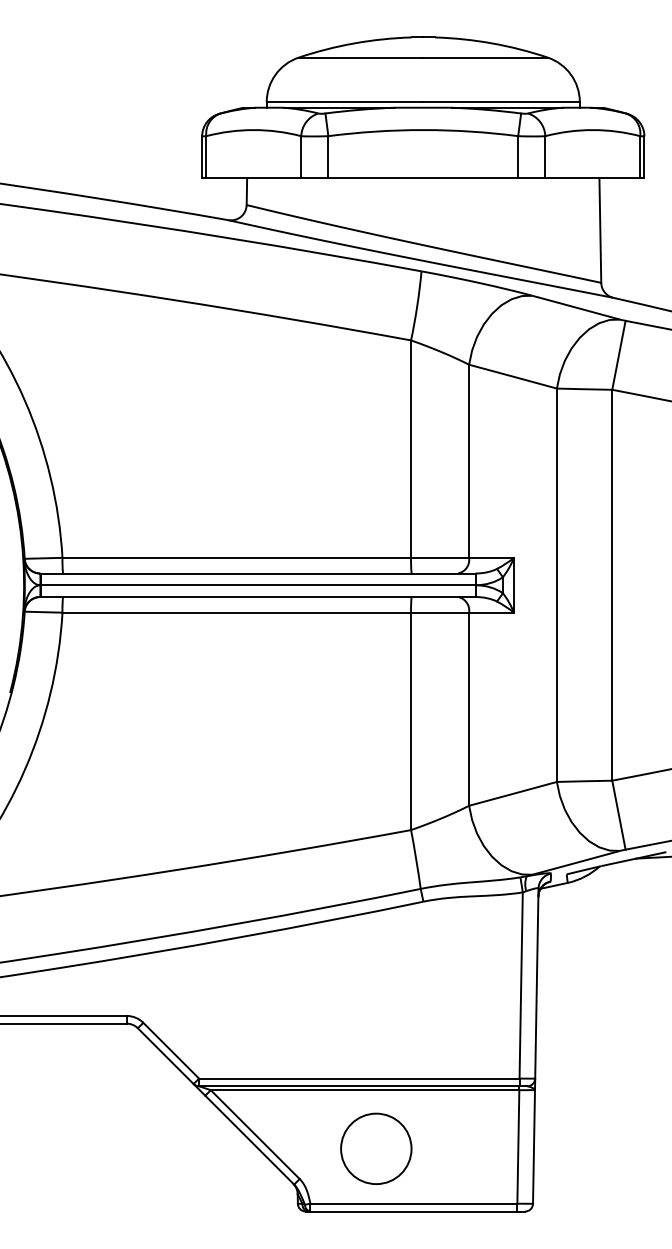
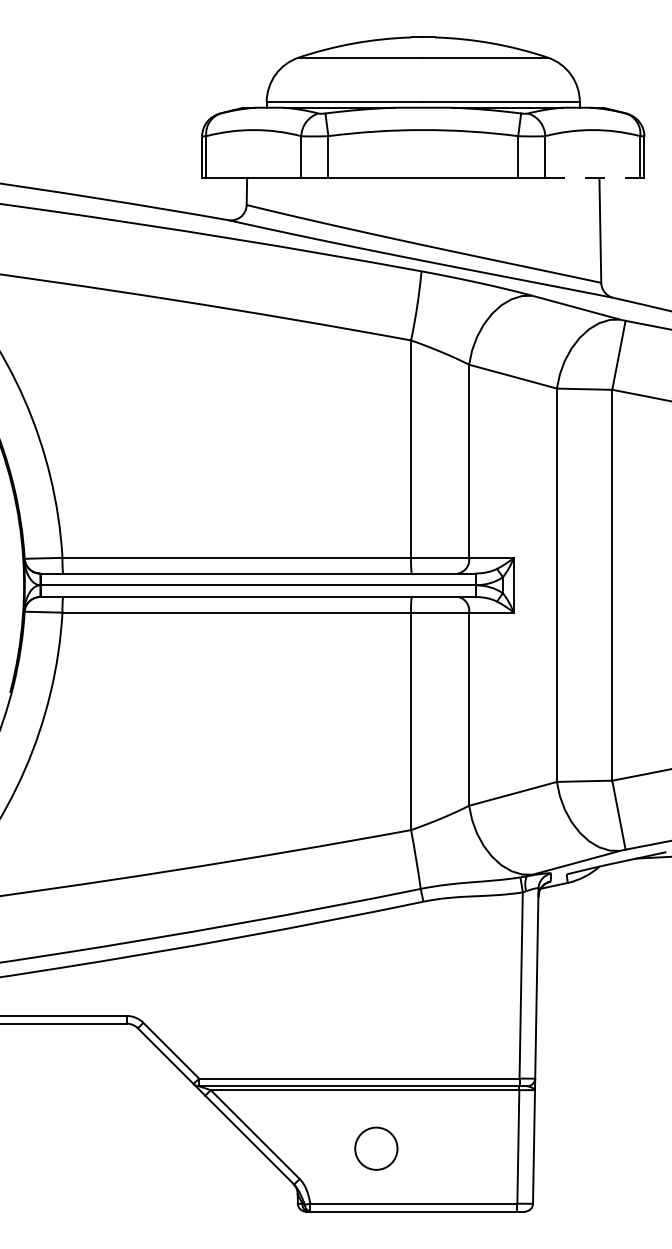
line at (593, 178): solid -> dashed
circle at (376, 1148) size: 73x73 px -> 45x45 px
